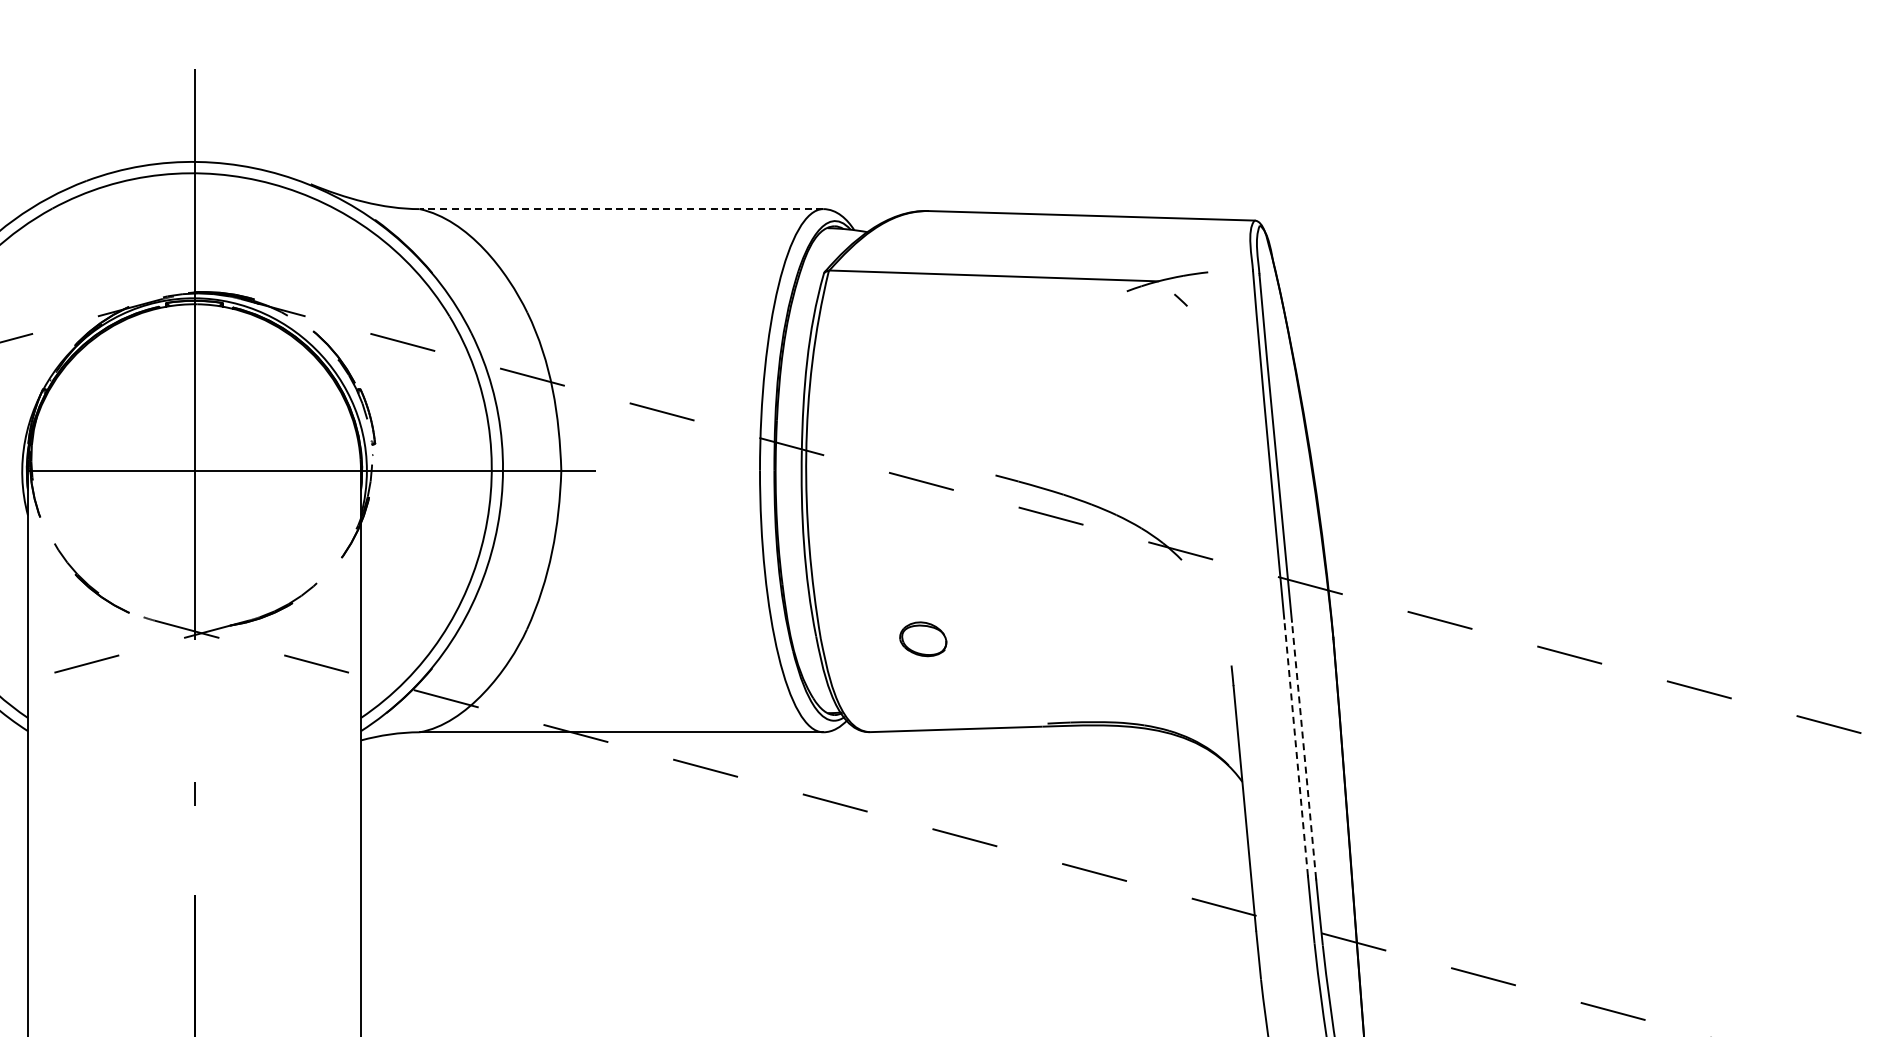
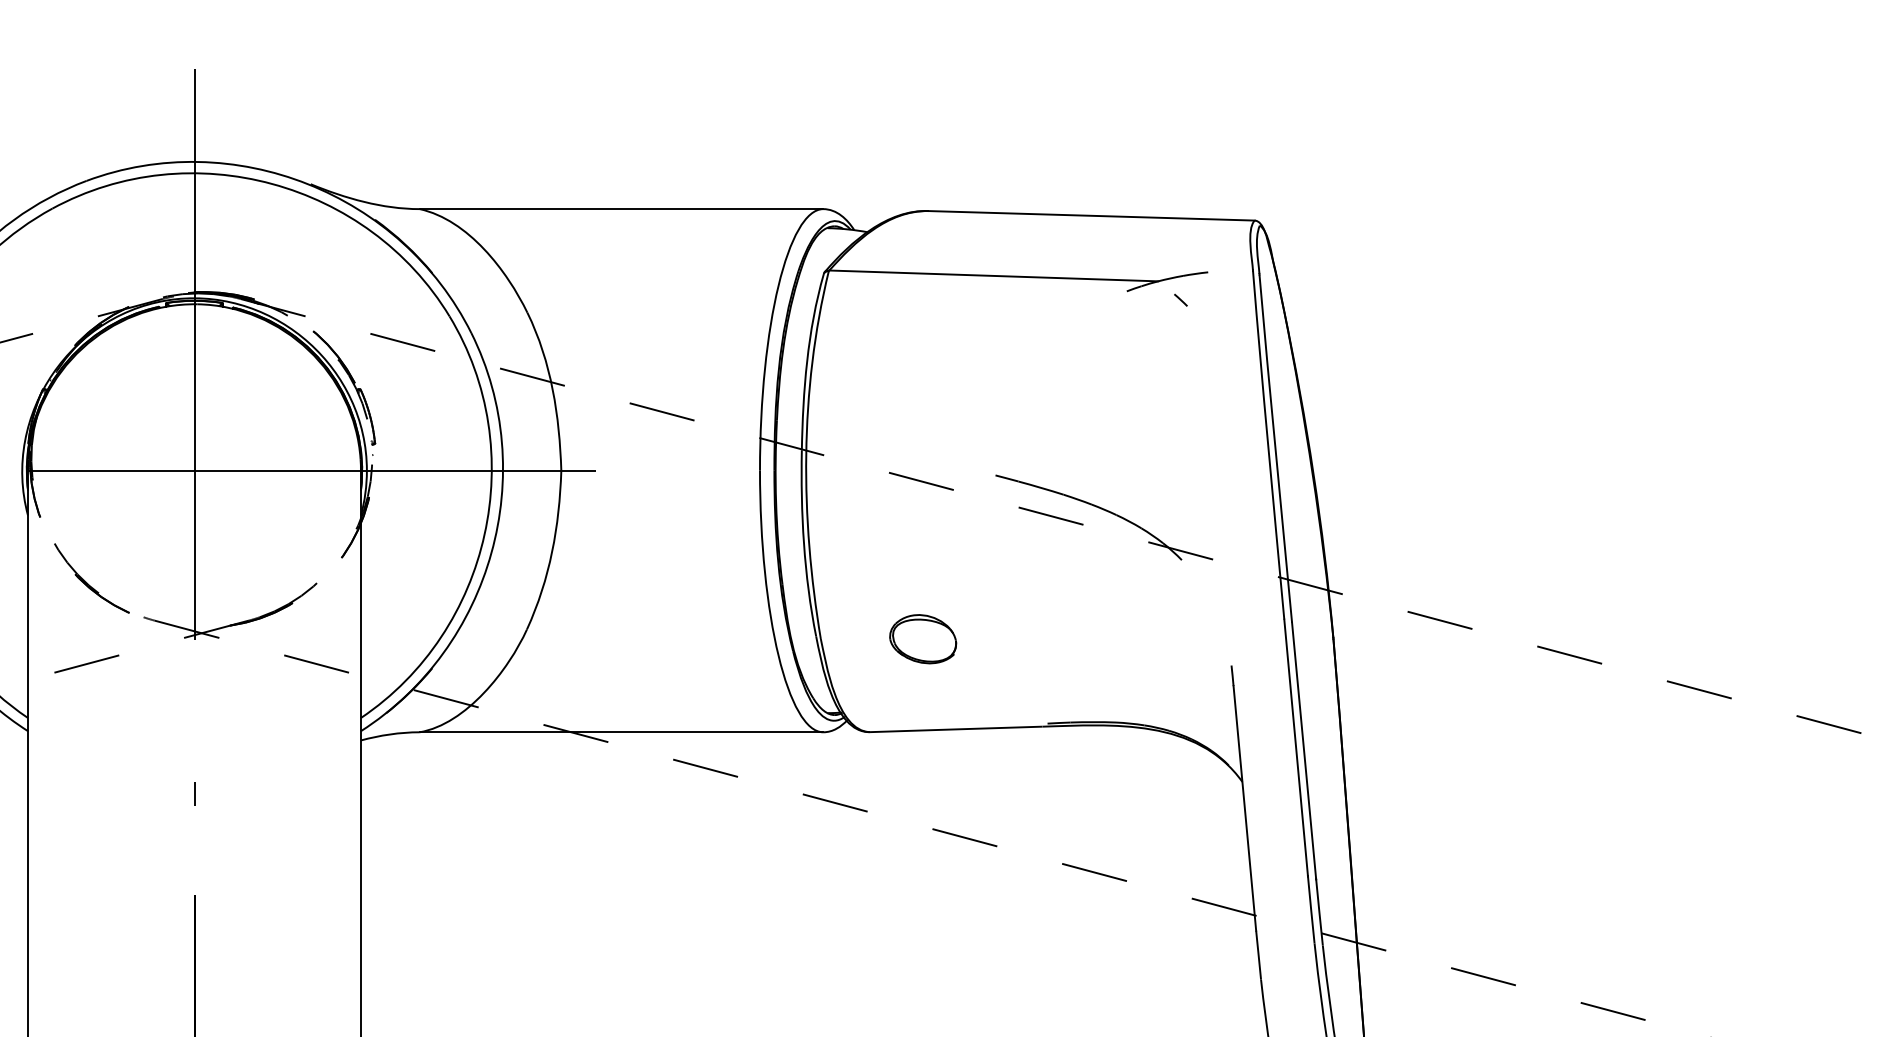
line at (621, 209): dashed -> solid
part at (923, 639) size: 49x37 px -> 69x51 px
line at (1296, 747): dashed -> solid
line at (1304, 750): dashed -> solid
